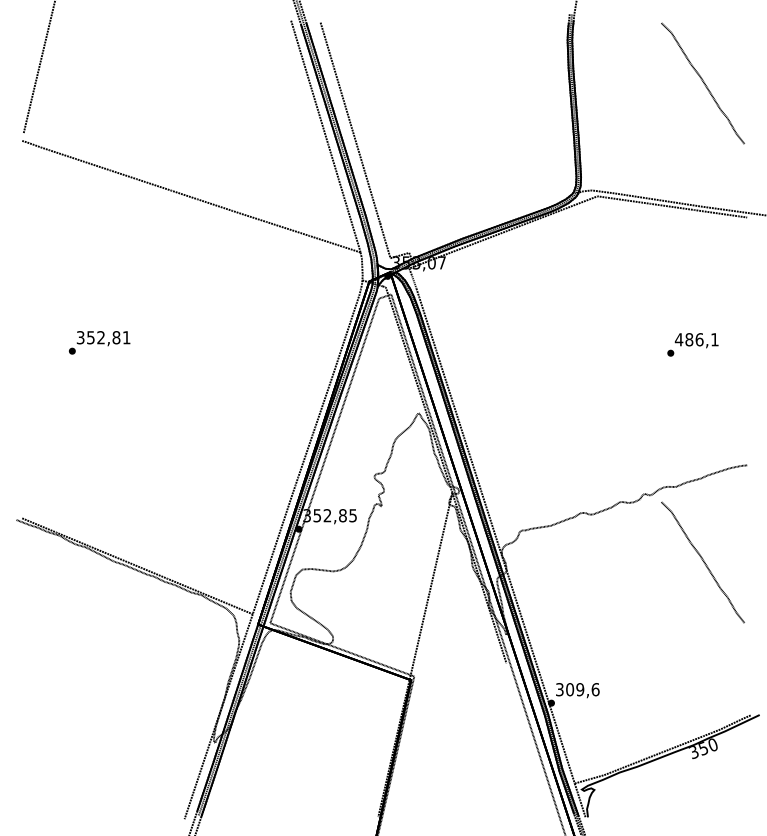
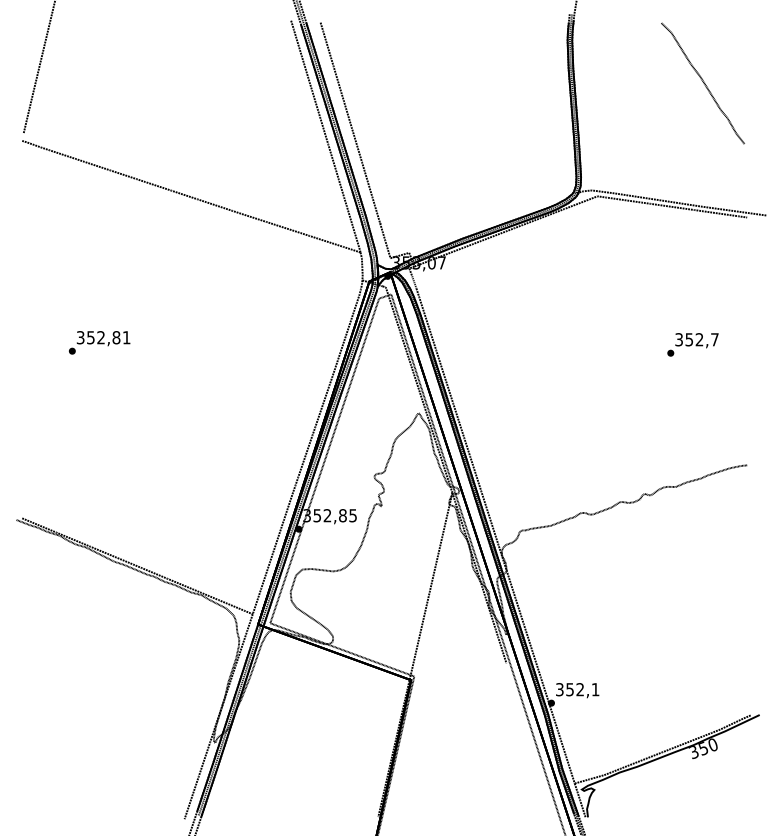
text at (696, 339): 486,1 -> 352,7
curve at (703, 562): present -> none
text at (582, 689): 309,6 -> 352,1
